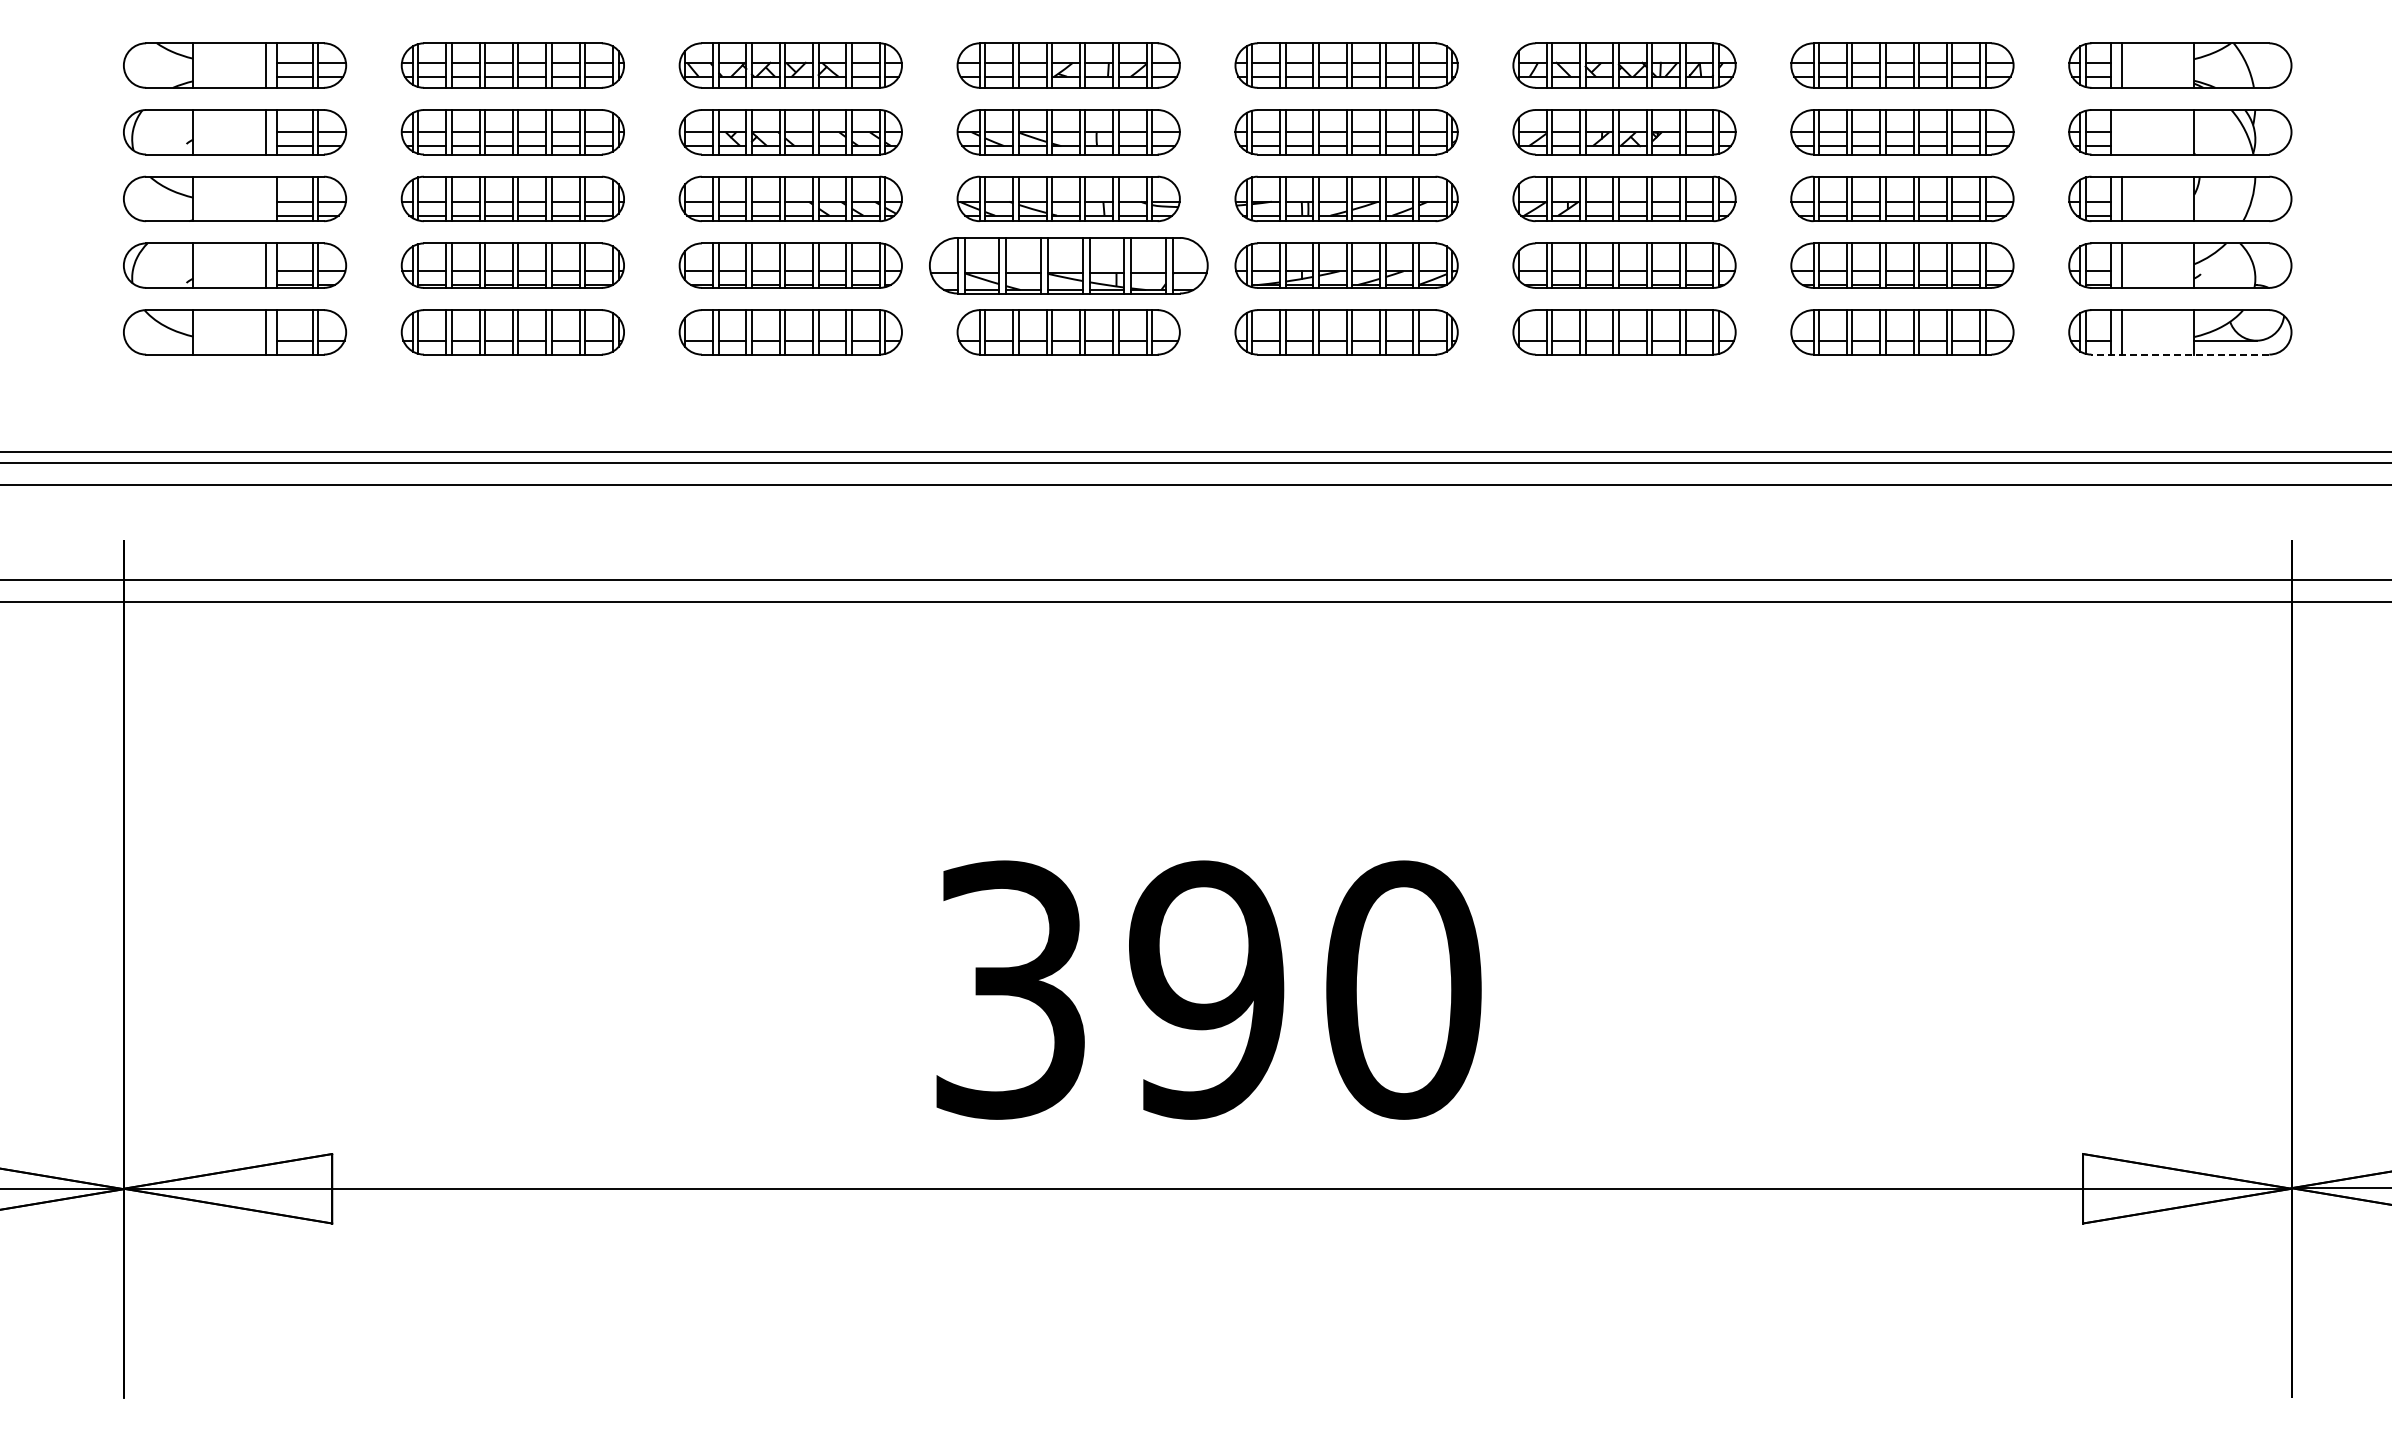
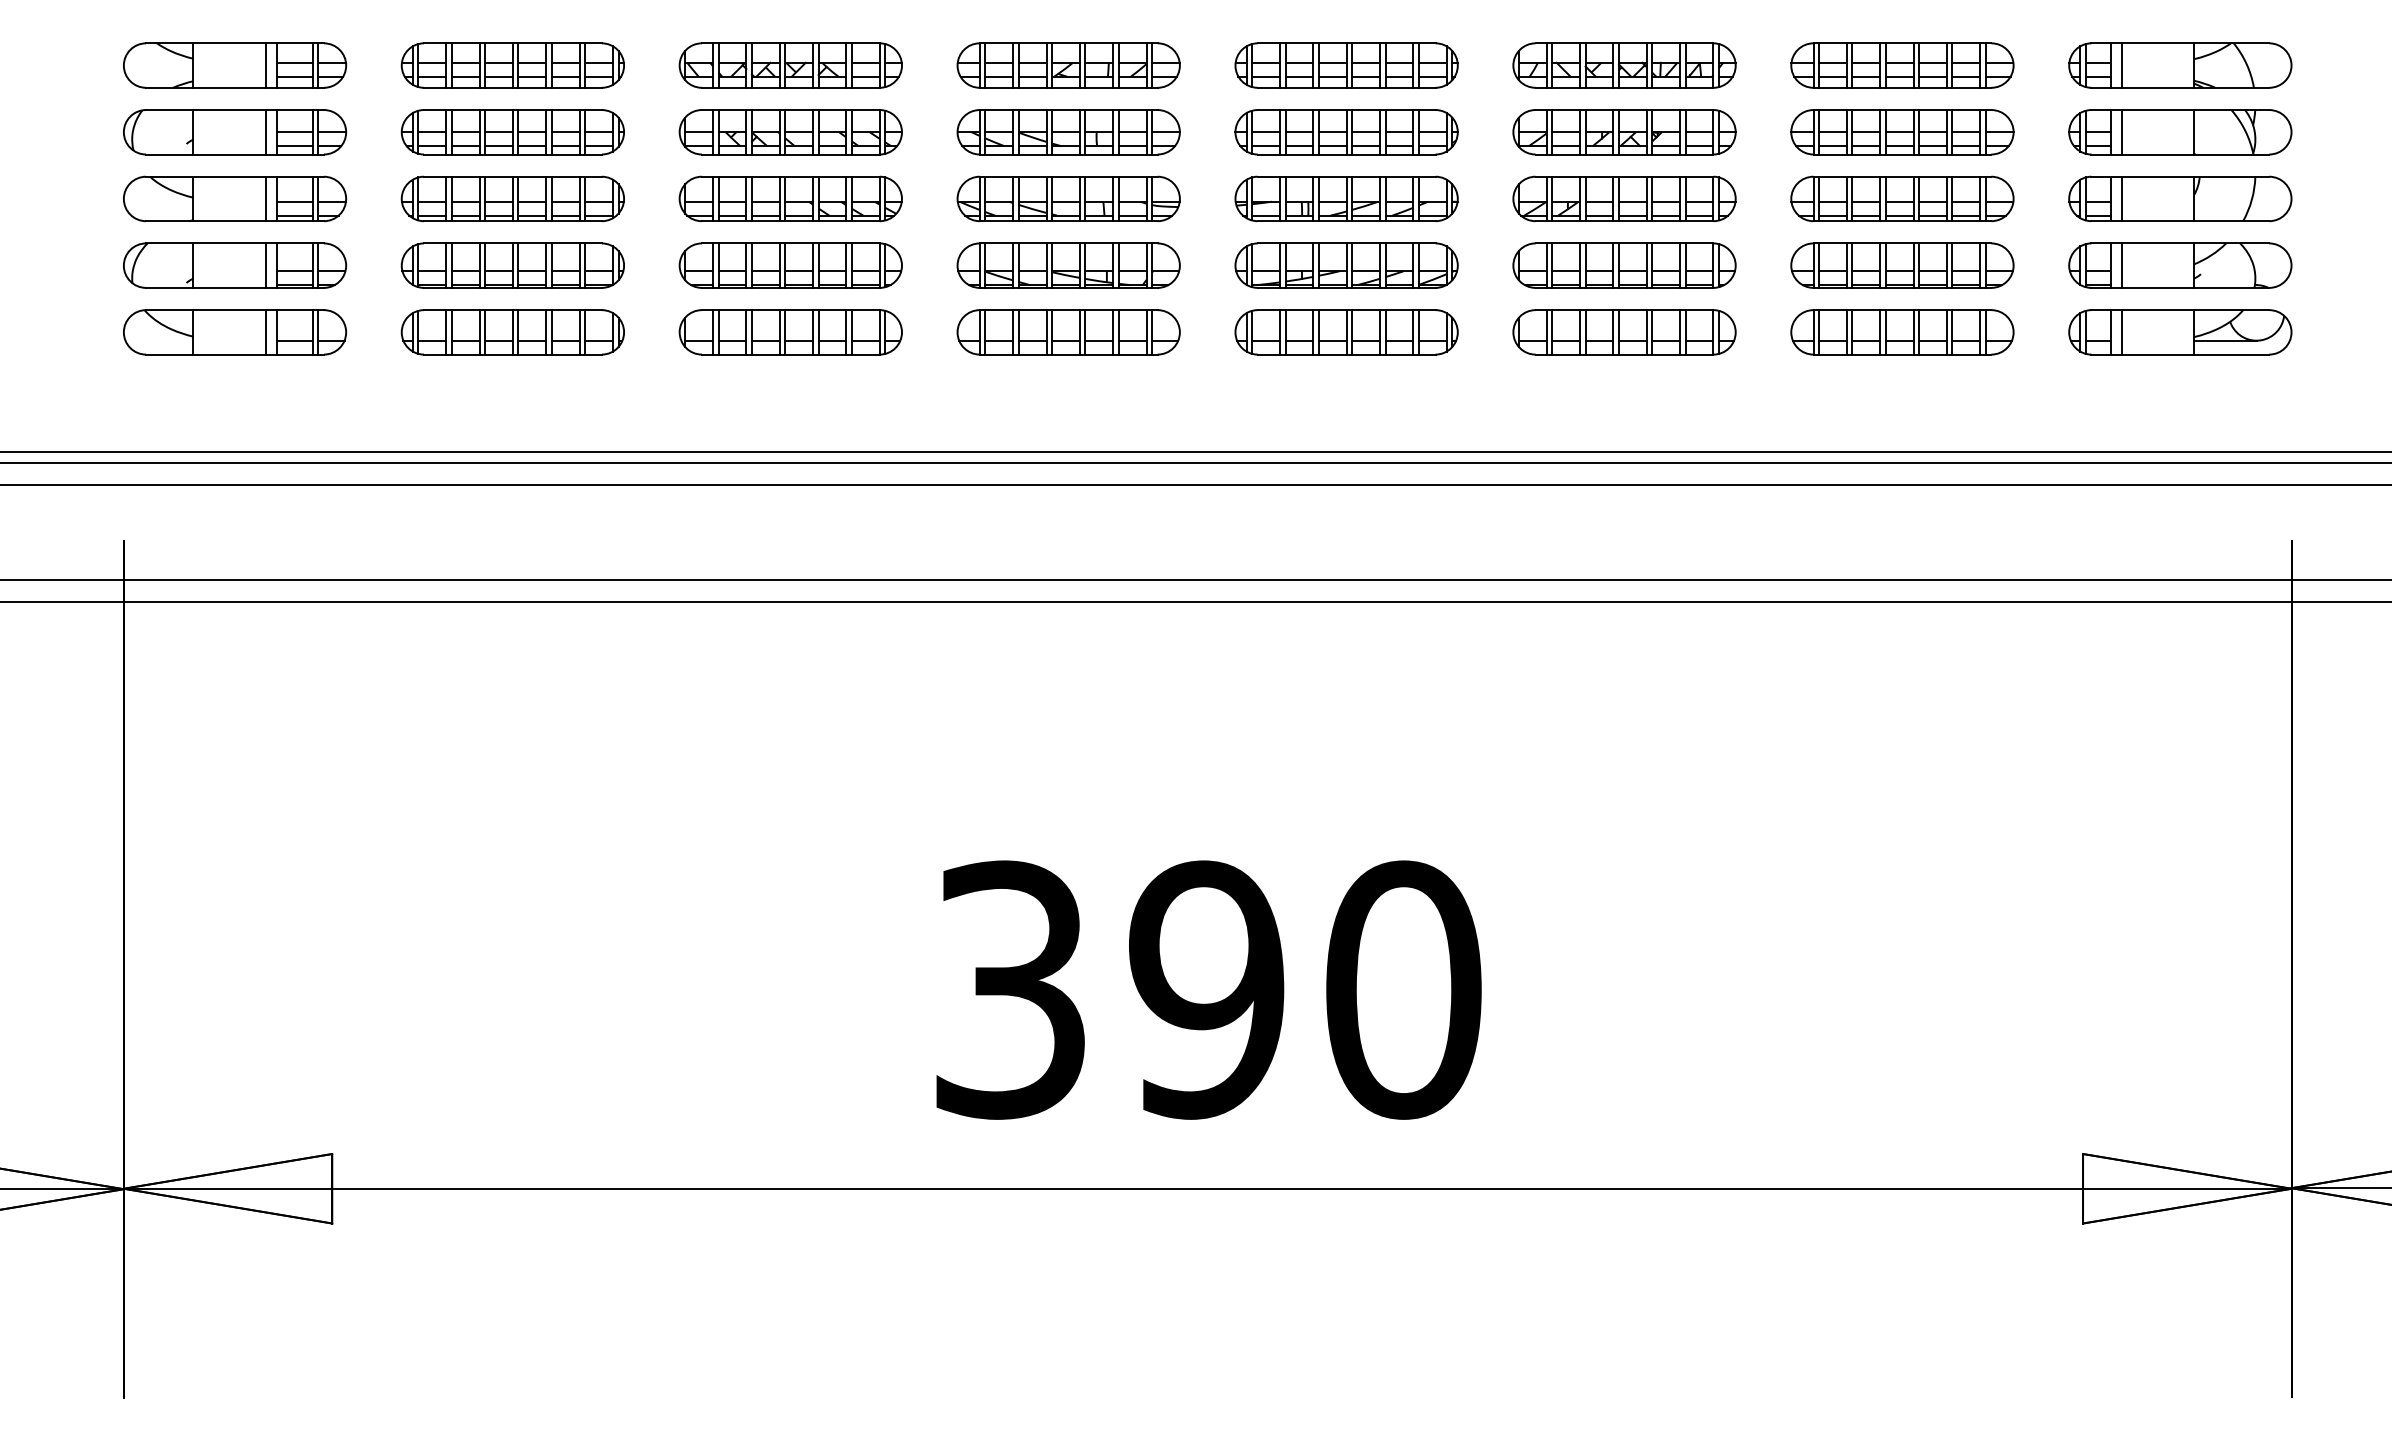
line at (2122, 132): none -> present
line at (265, 198): none -> present
part at (1068, 265) size: 280x58 px -> 225x47 px
line at (2180, 354): dashed -> solid
